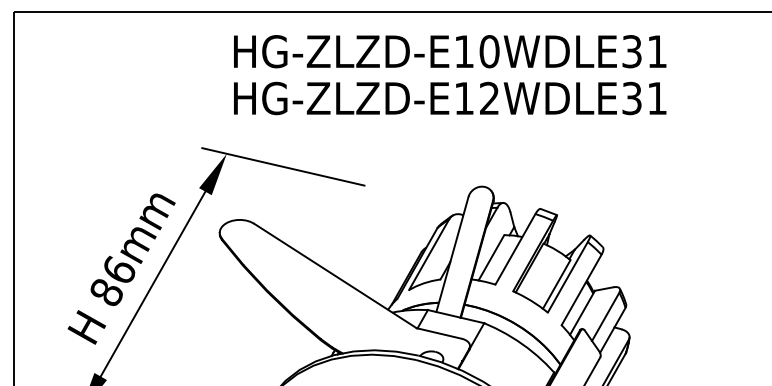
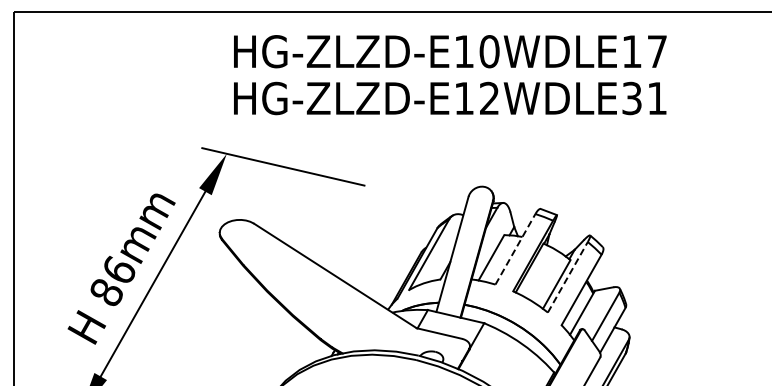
text at (644, 51): HG-ZLZD-E10WDLE31 -> HG-ZLZD-E10WDLE17
line at (515, 249): solid -> dashed
line at (567, 277): solid -> dashed
